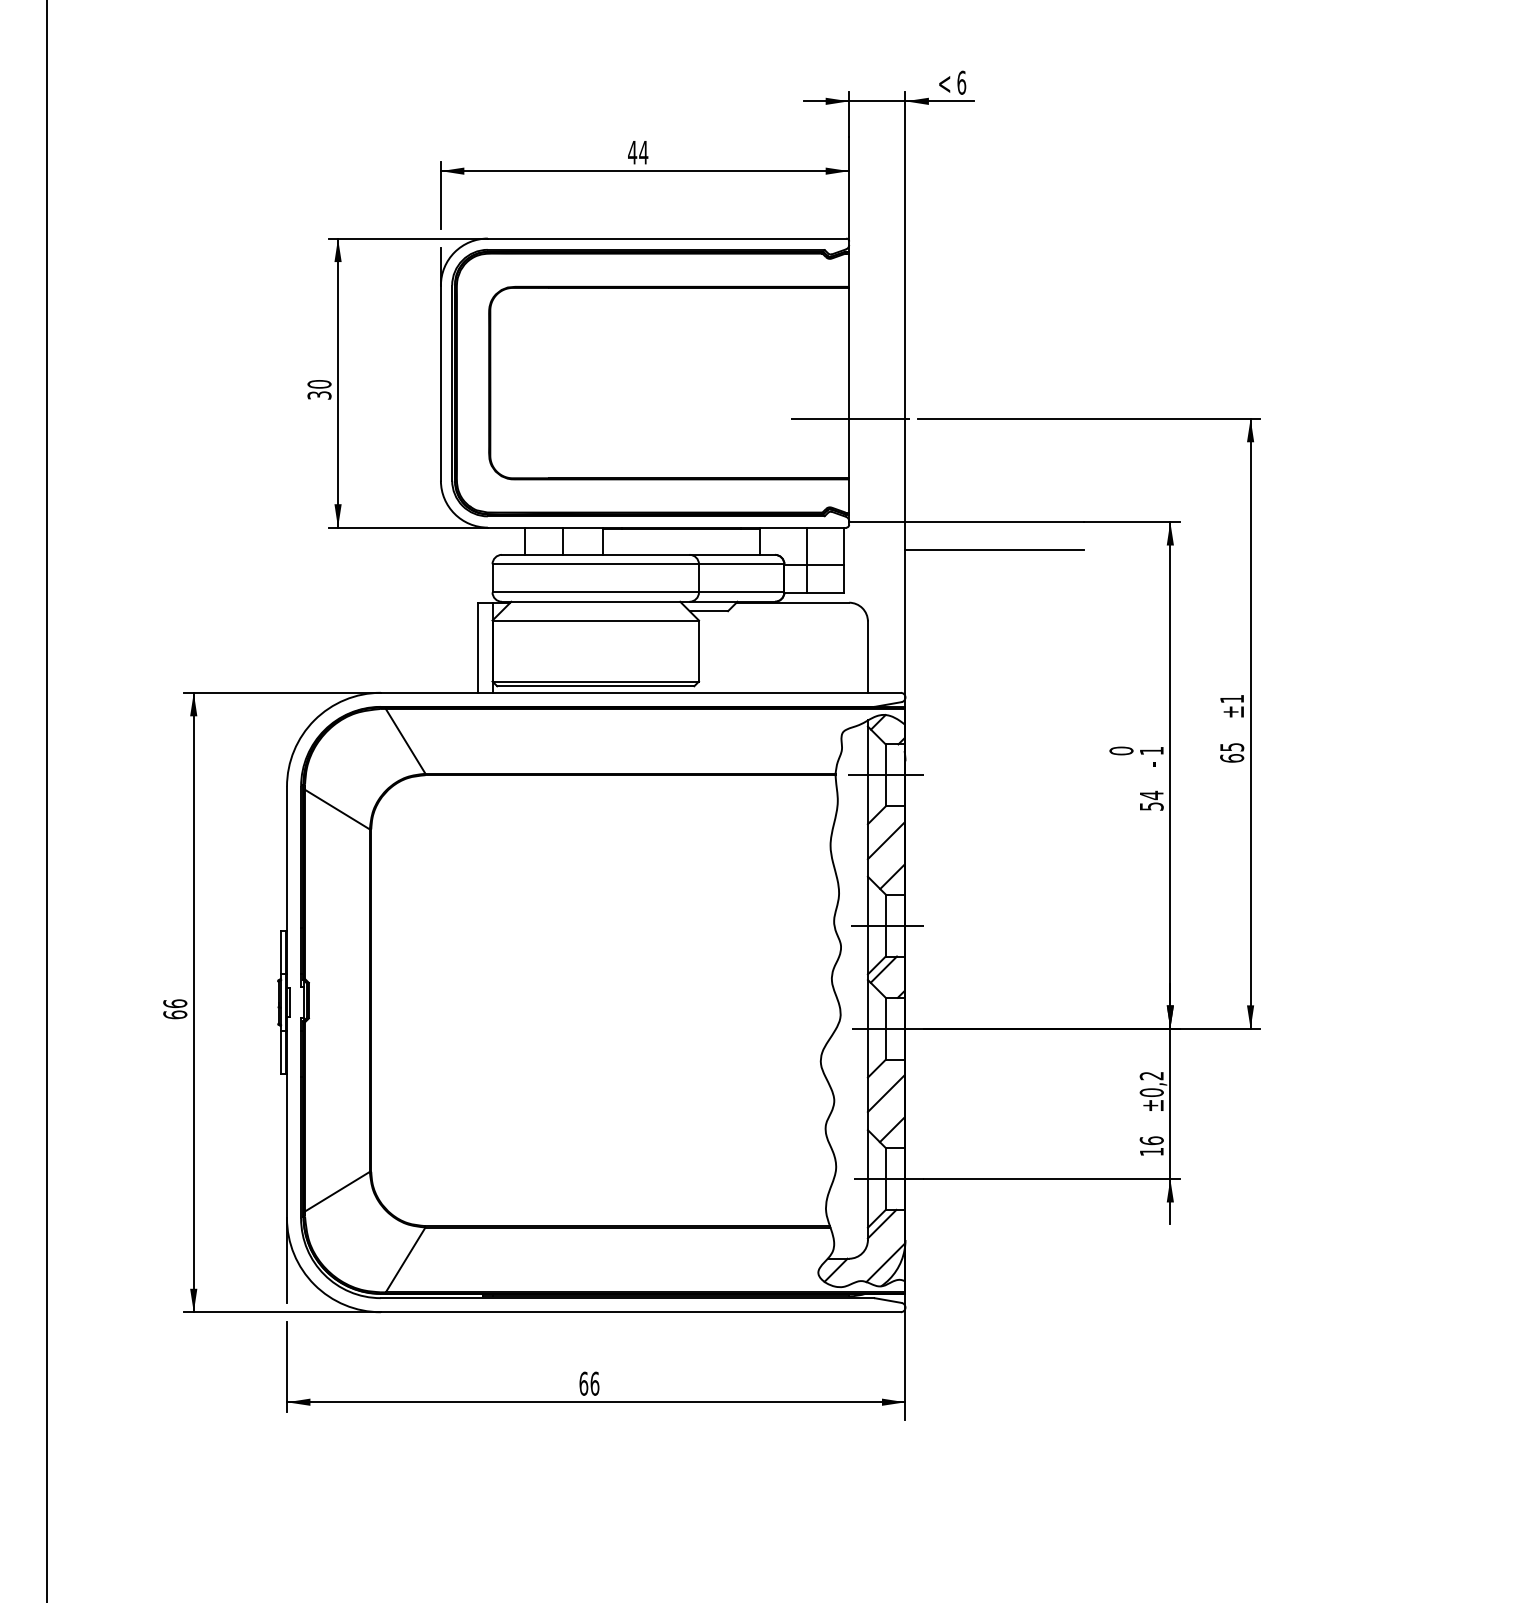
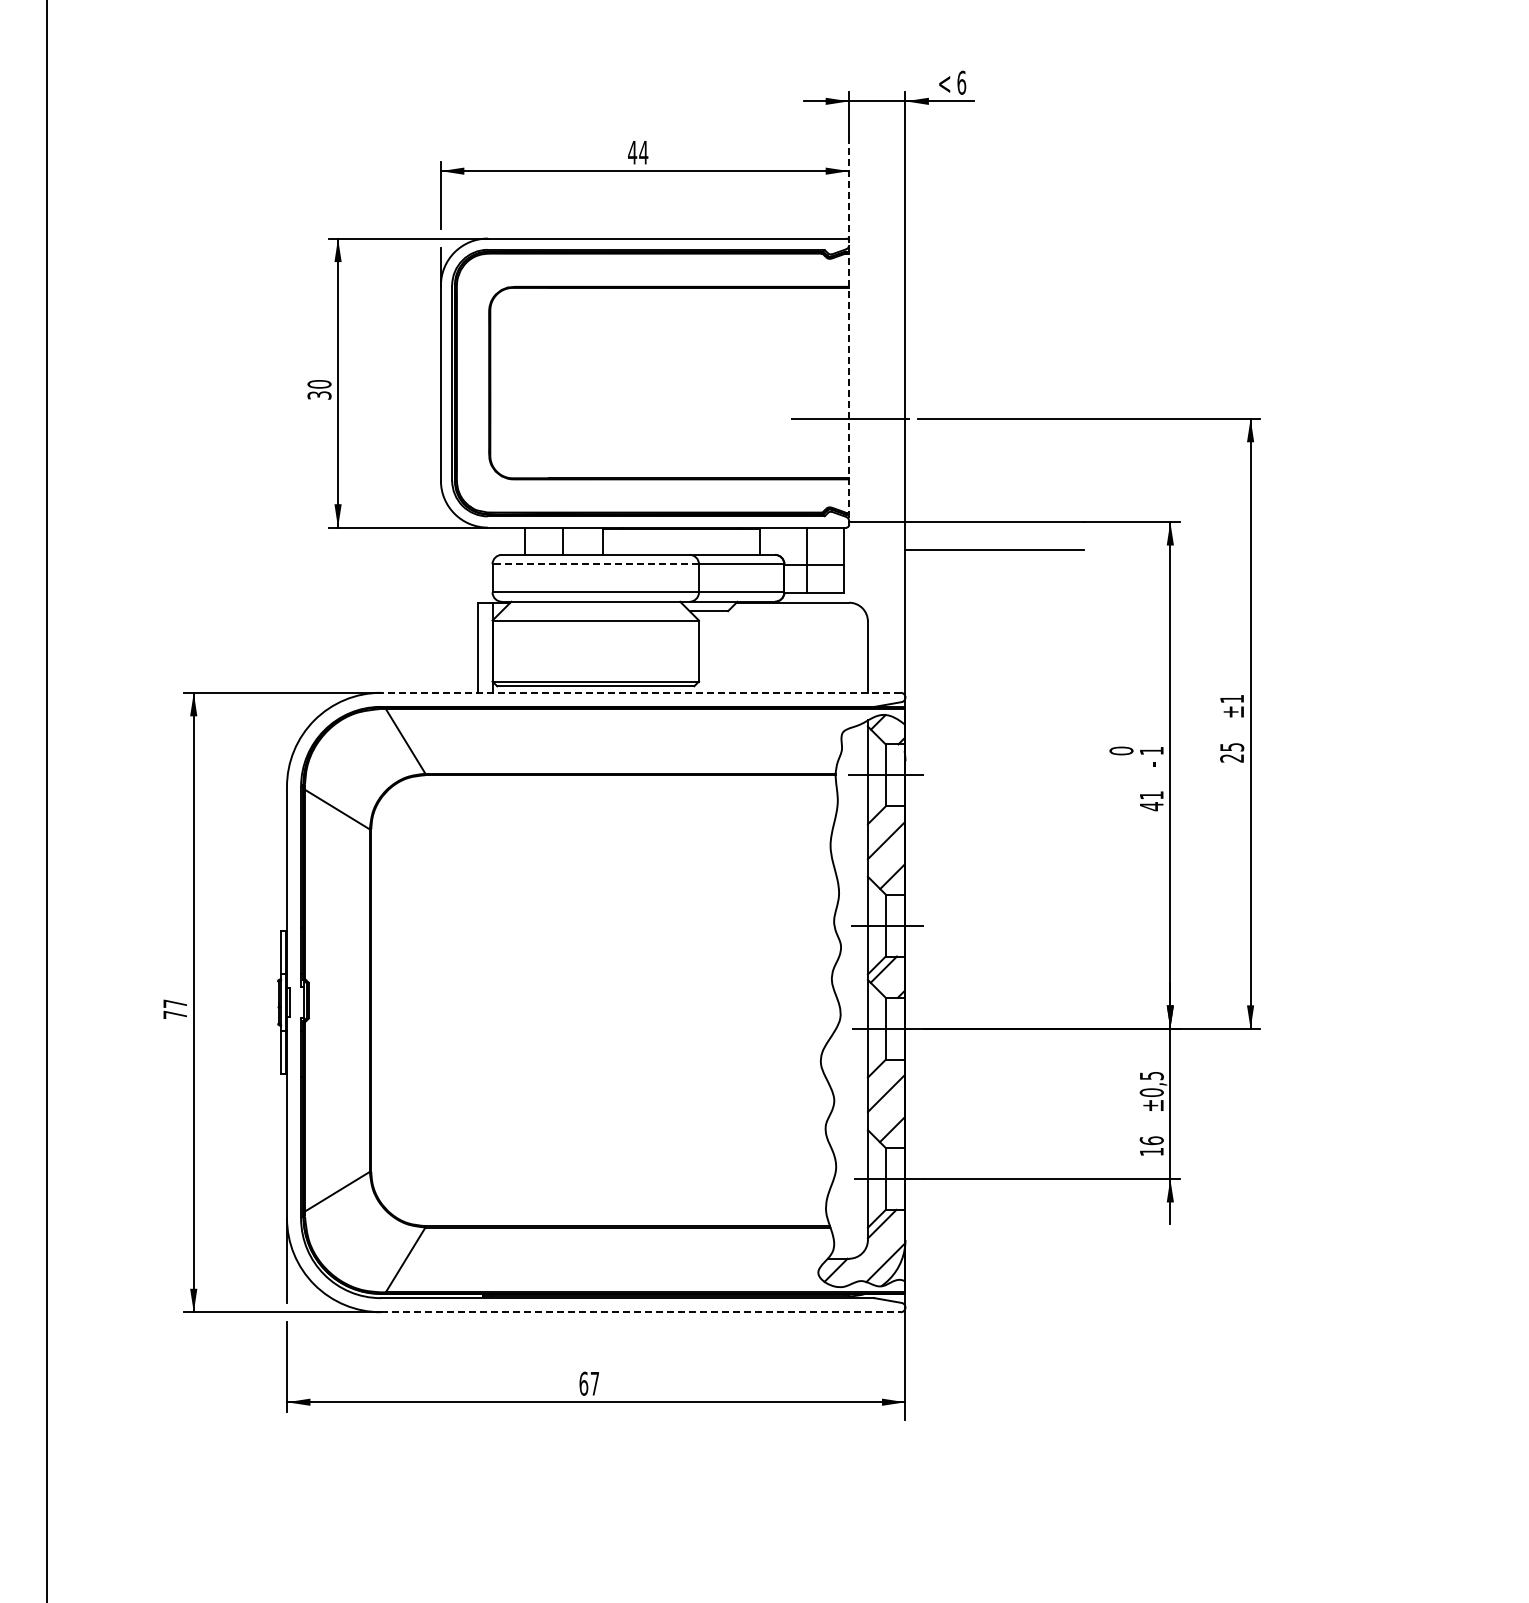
line at (849, 330): solid -> dashed
line at (595, 564): solid -> dashed
line at (640, 692): solid -> dashed
text at (1232, 758): 65 -> 25
text at (1151, 800): 54 -> 41
text at (175, 1009): 66 -> 77
text at (1151, 1076): ±0,2 -> ±0,5
line at (640, 1312): solid -> dashed
text at (594, 1383): 66 -> 67
